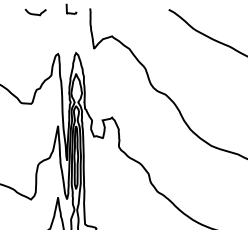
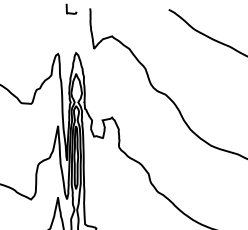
curve at (35, 13): present -> none
